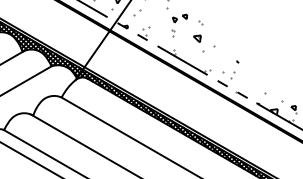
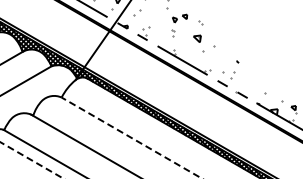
line at (131, 138): solid -> dashed
line at (31, 160): solid -> dashed
